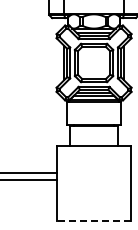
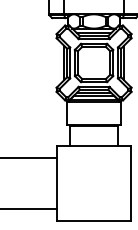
line at (29, 173) position: (29, 173) -> (29, 158)
line at (29, 179) position: (29, 179) -> (29, 208)
line at (93, 220): dashed -> solid
